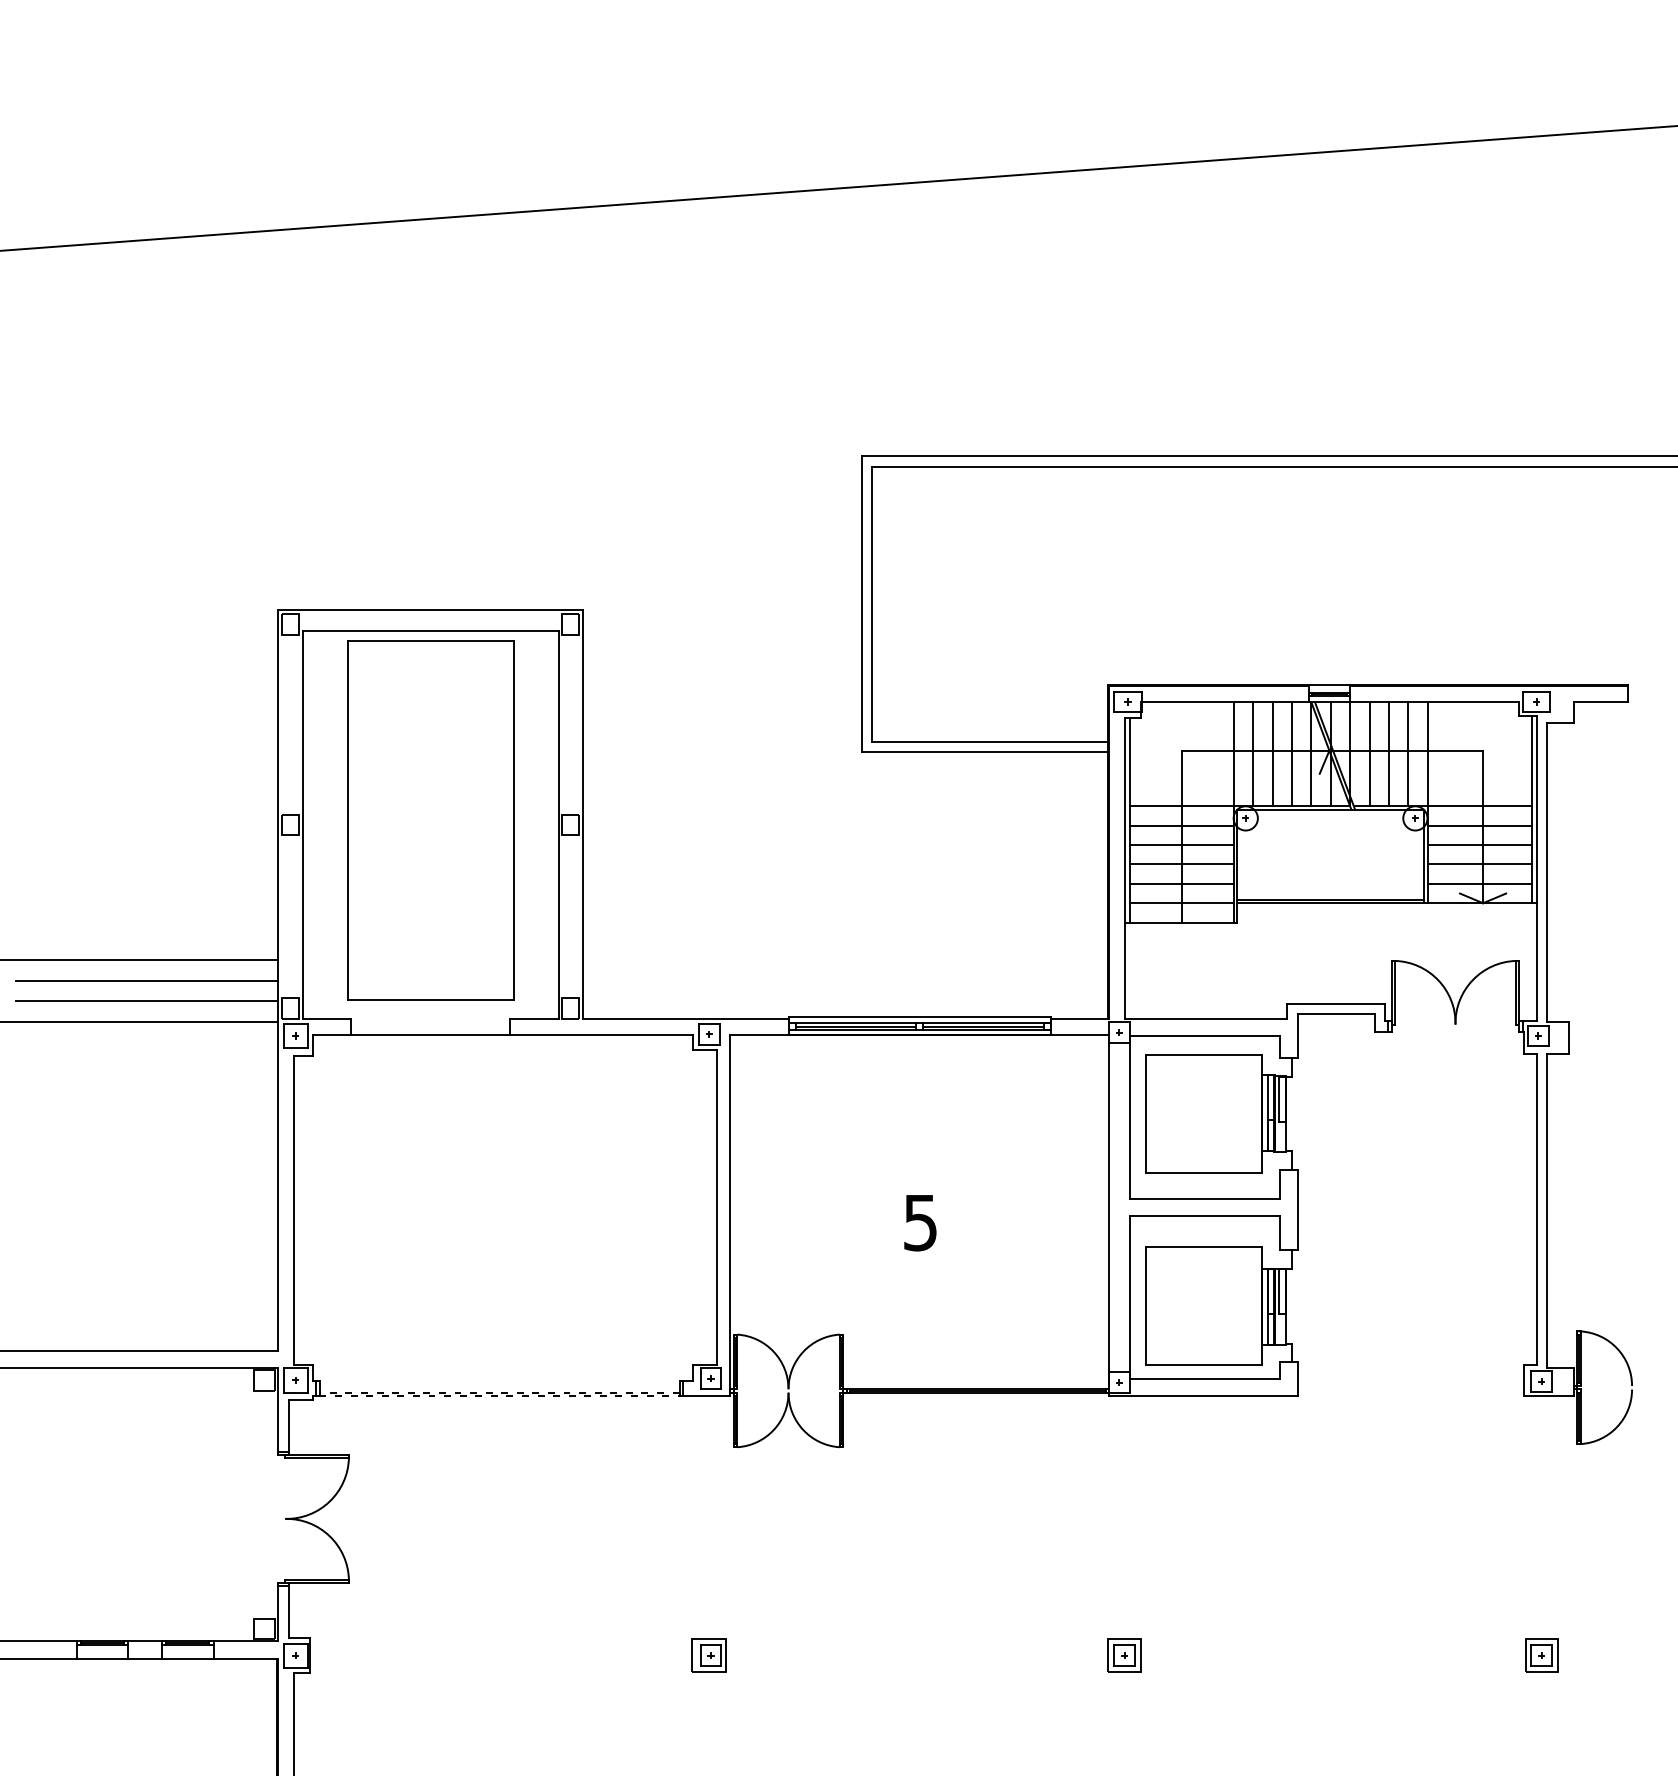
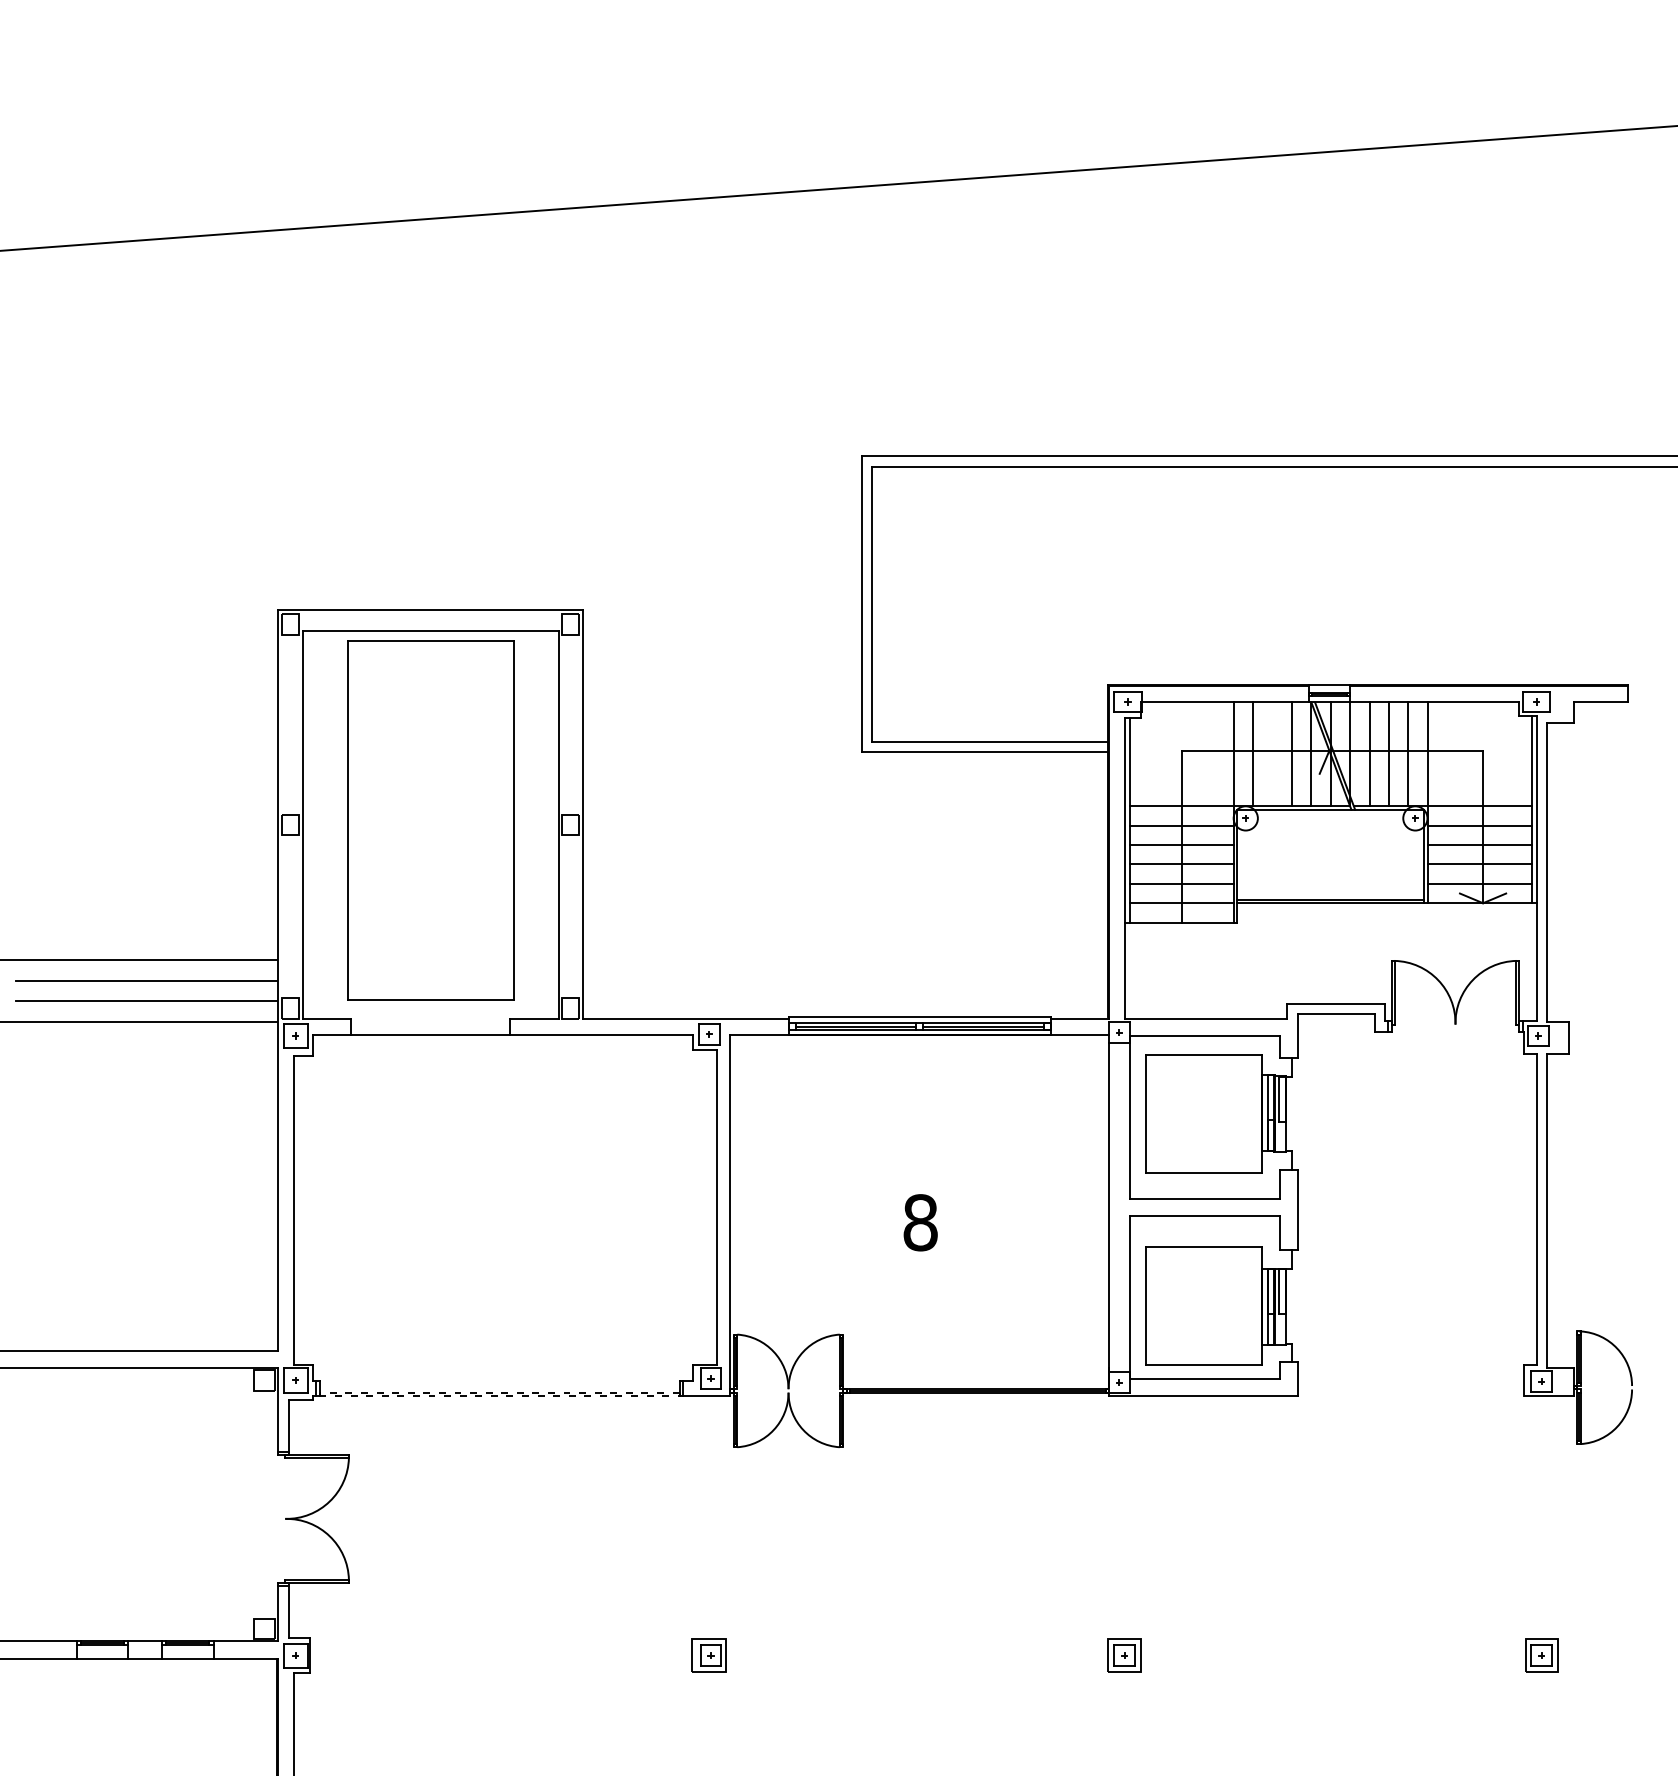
line at (1272, 754): present -> none
text at (920, 1222): 5 -> 8
